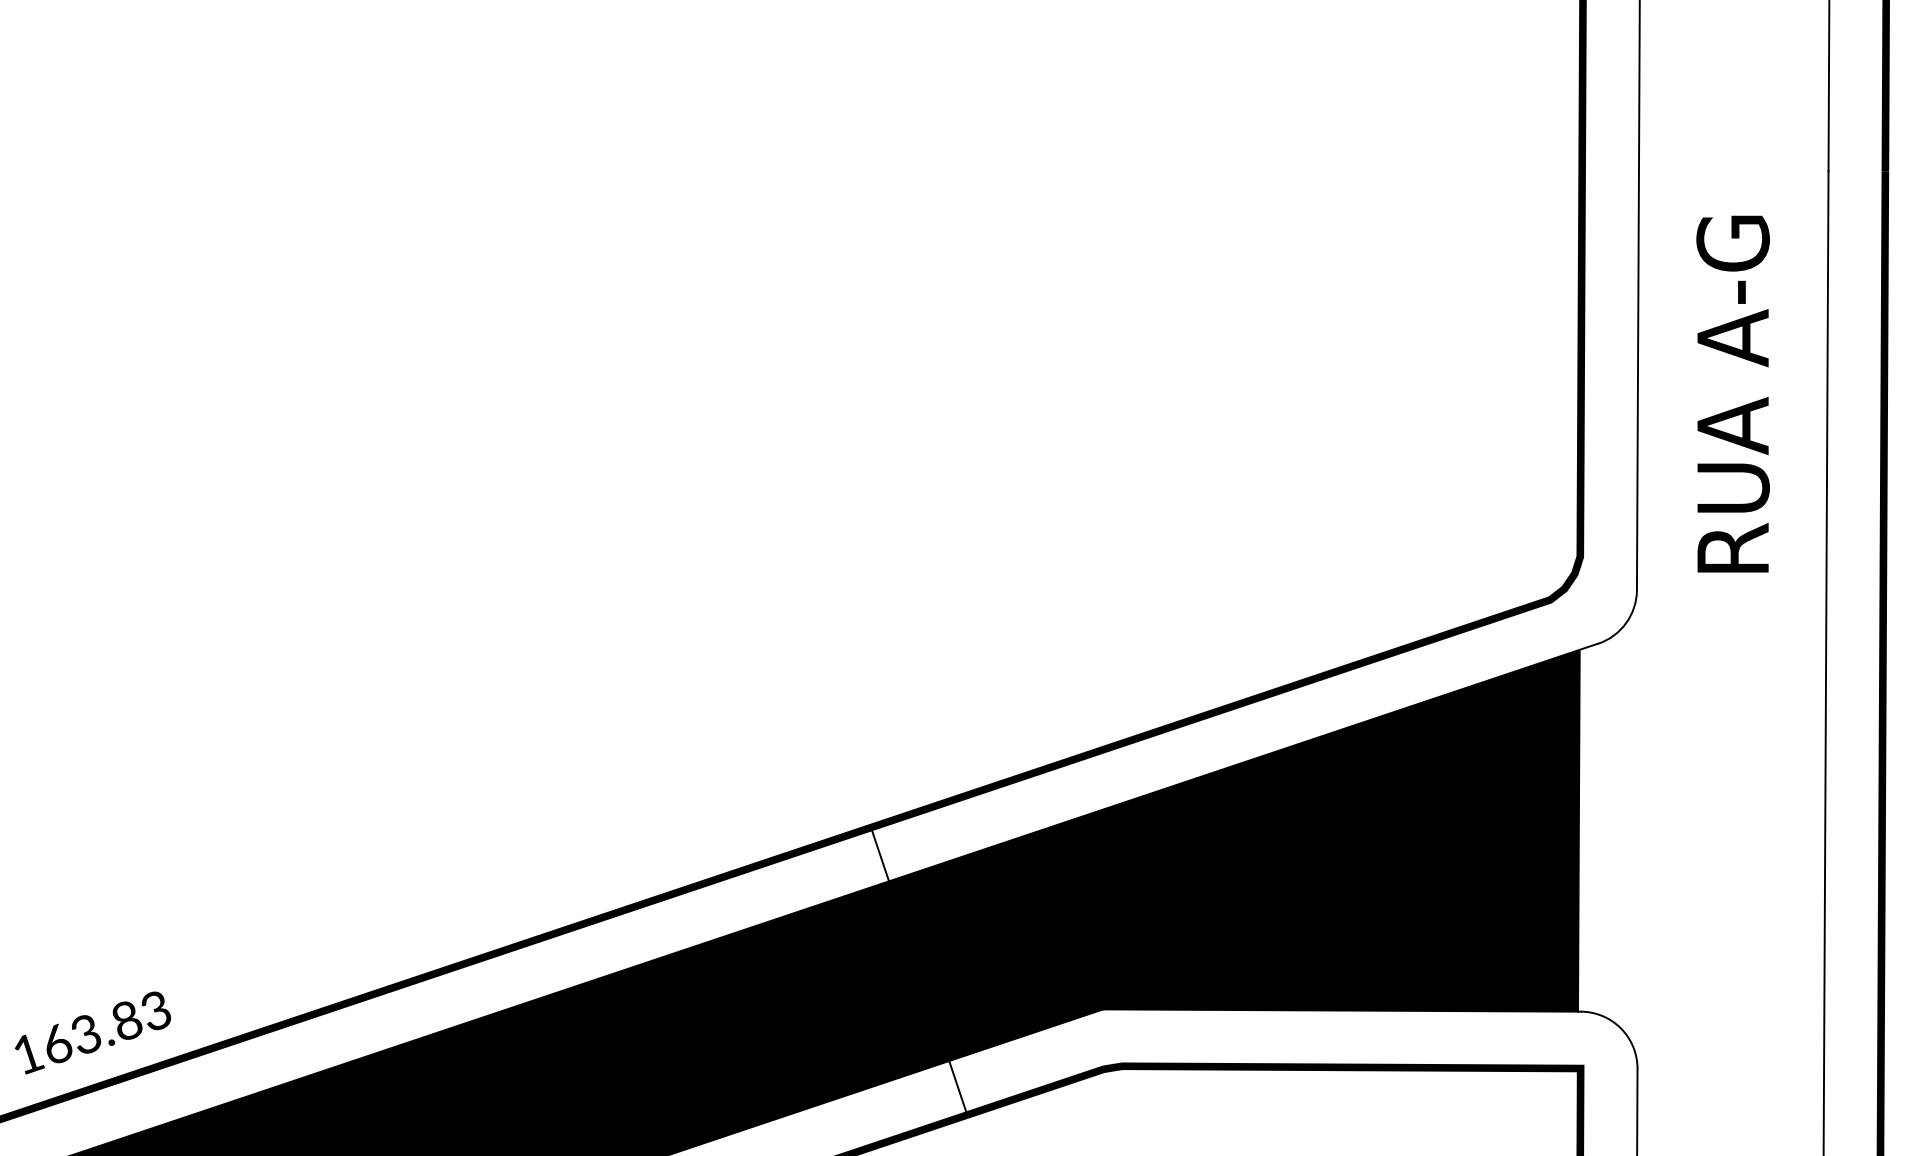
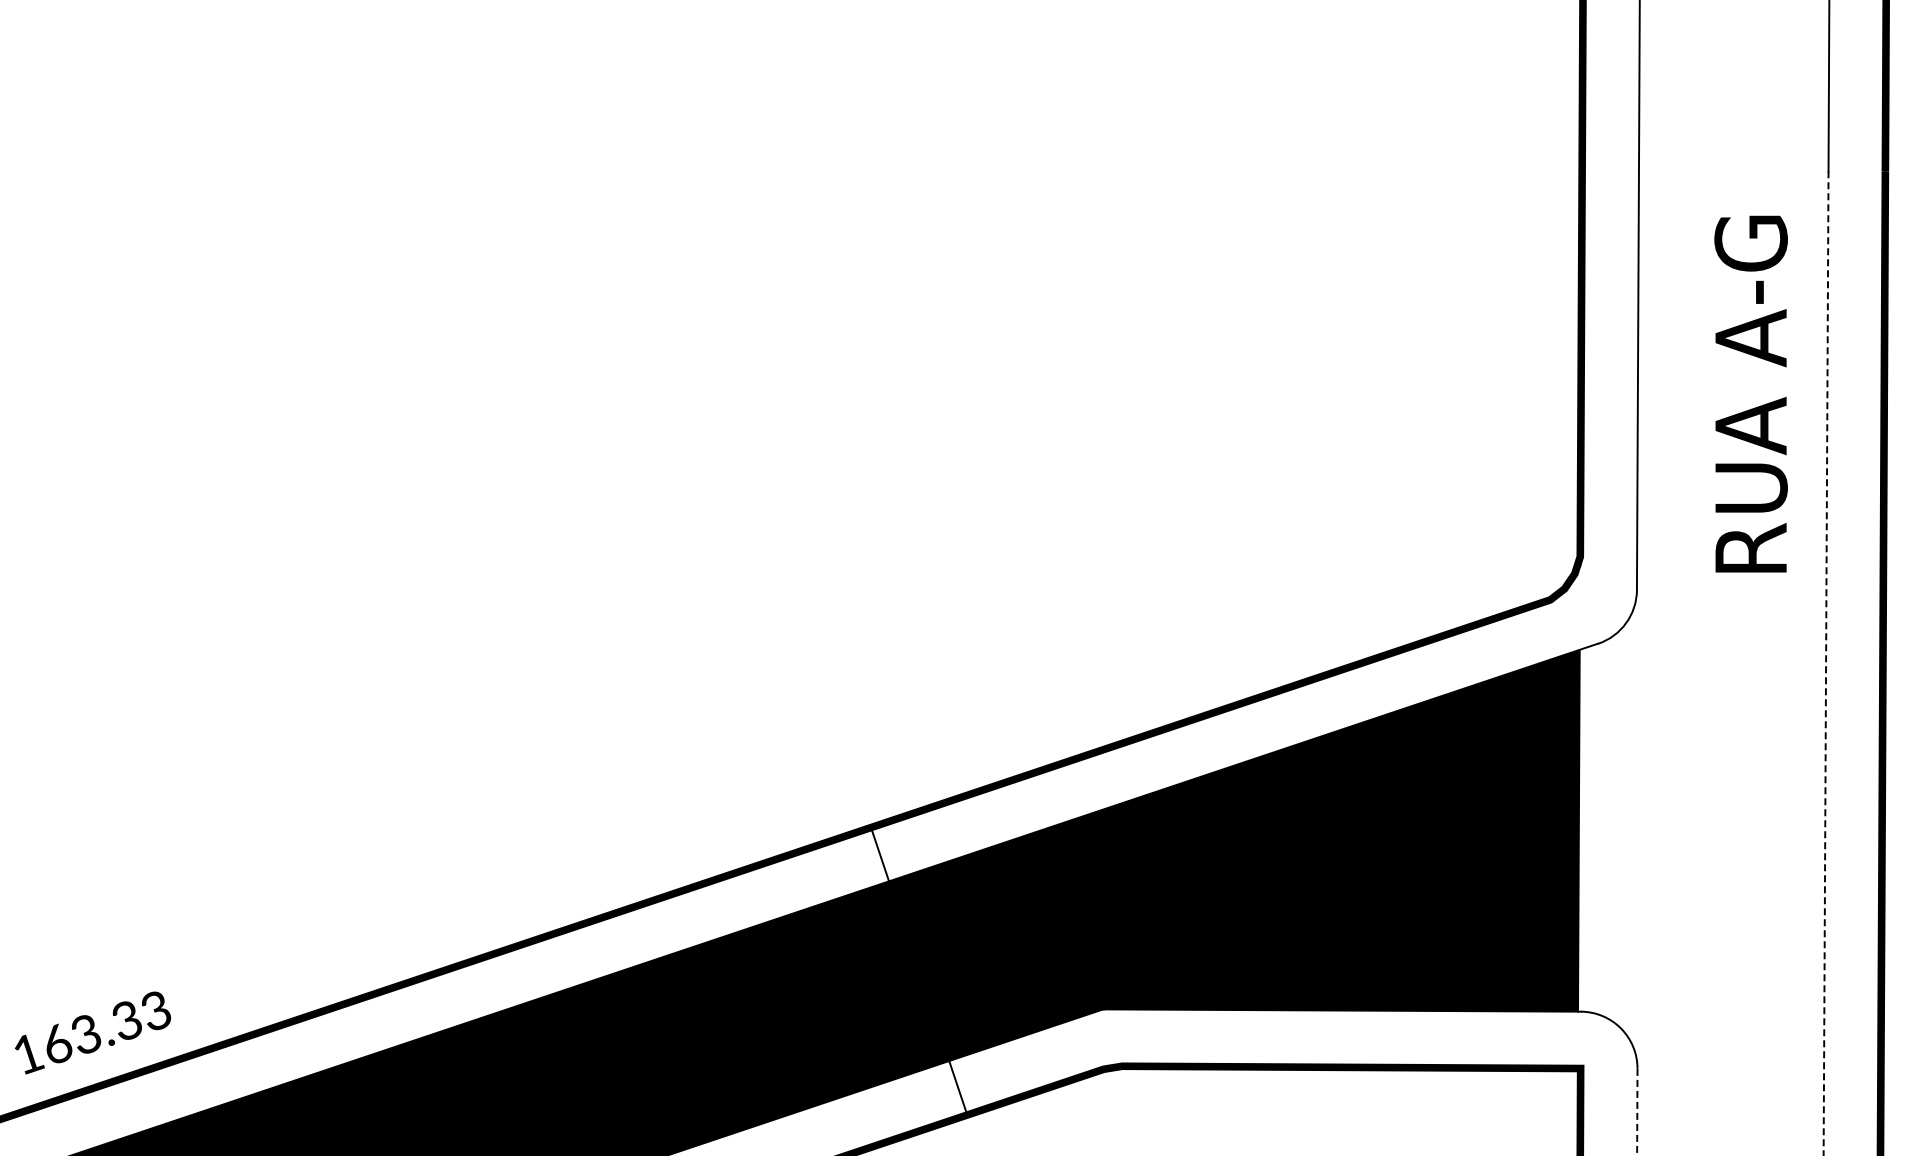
text at (1732, 393) position: (1732, 393) -> (1750, 393)
line at (1826, 663): solid -> dashed
text at (127, 1019): 163.83 -> 163.33
line at (1637, 1112): solid -> dashed
